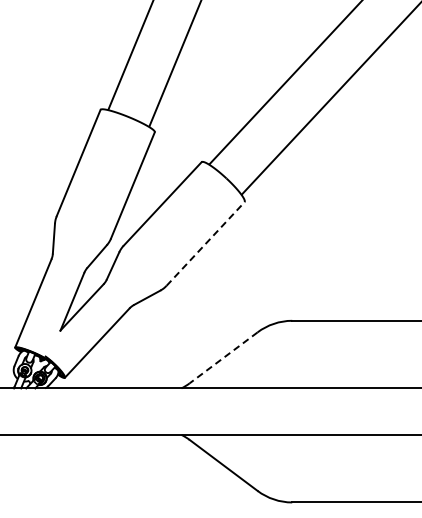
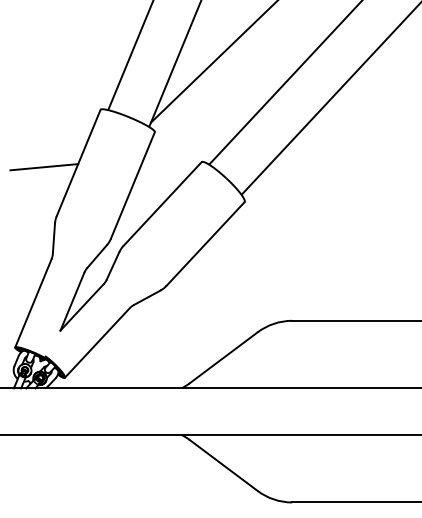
line at (213, 62): none -> present
line at (44, 167): none -> present
line at (205, 243): dashed -> solid
line at (223, 358): dashed -> solid
